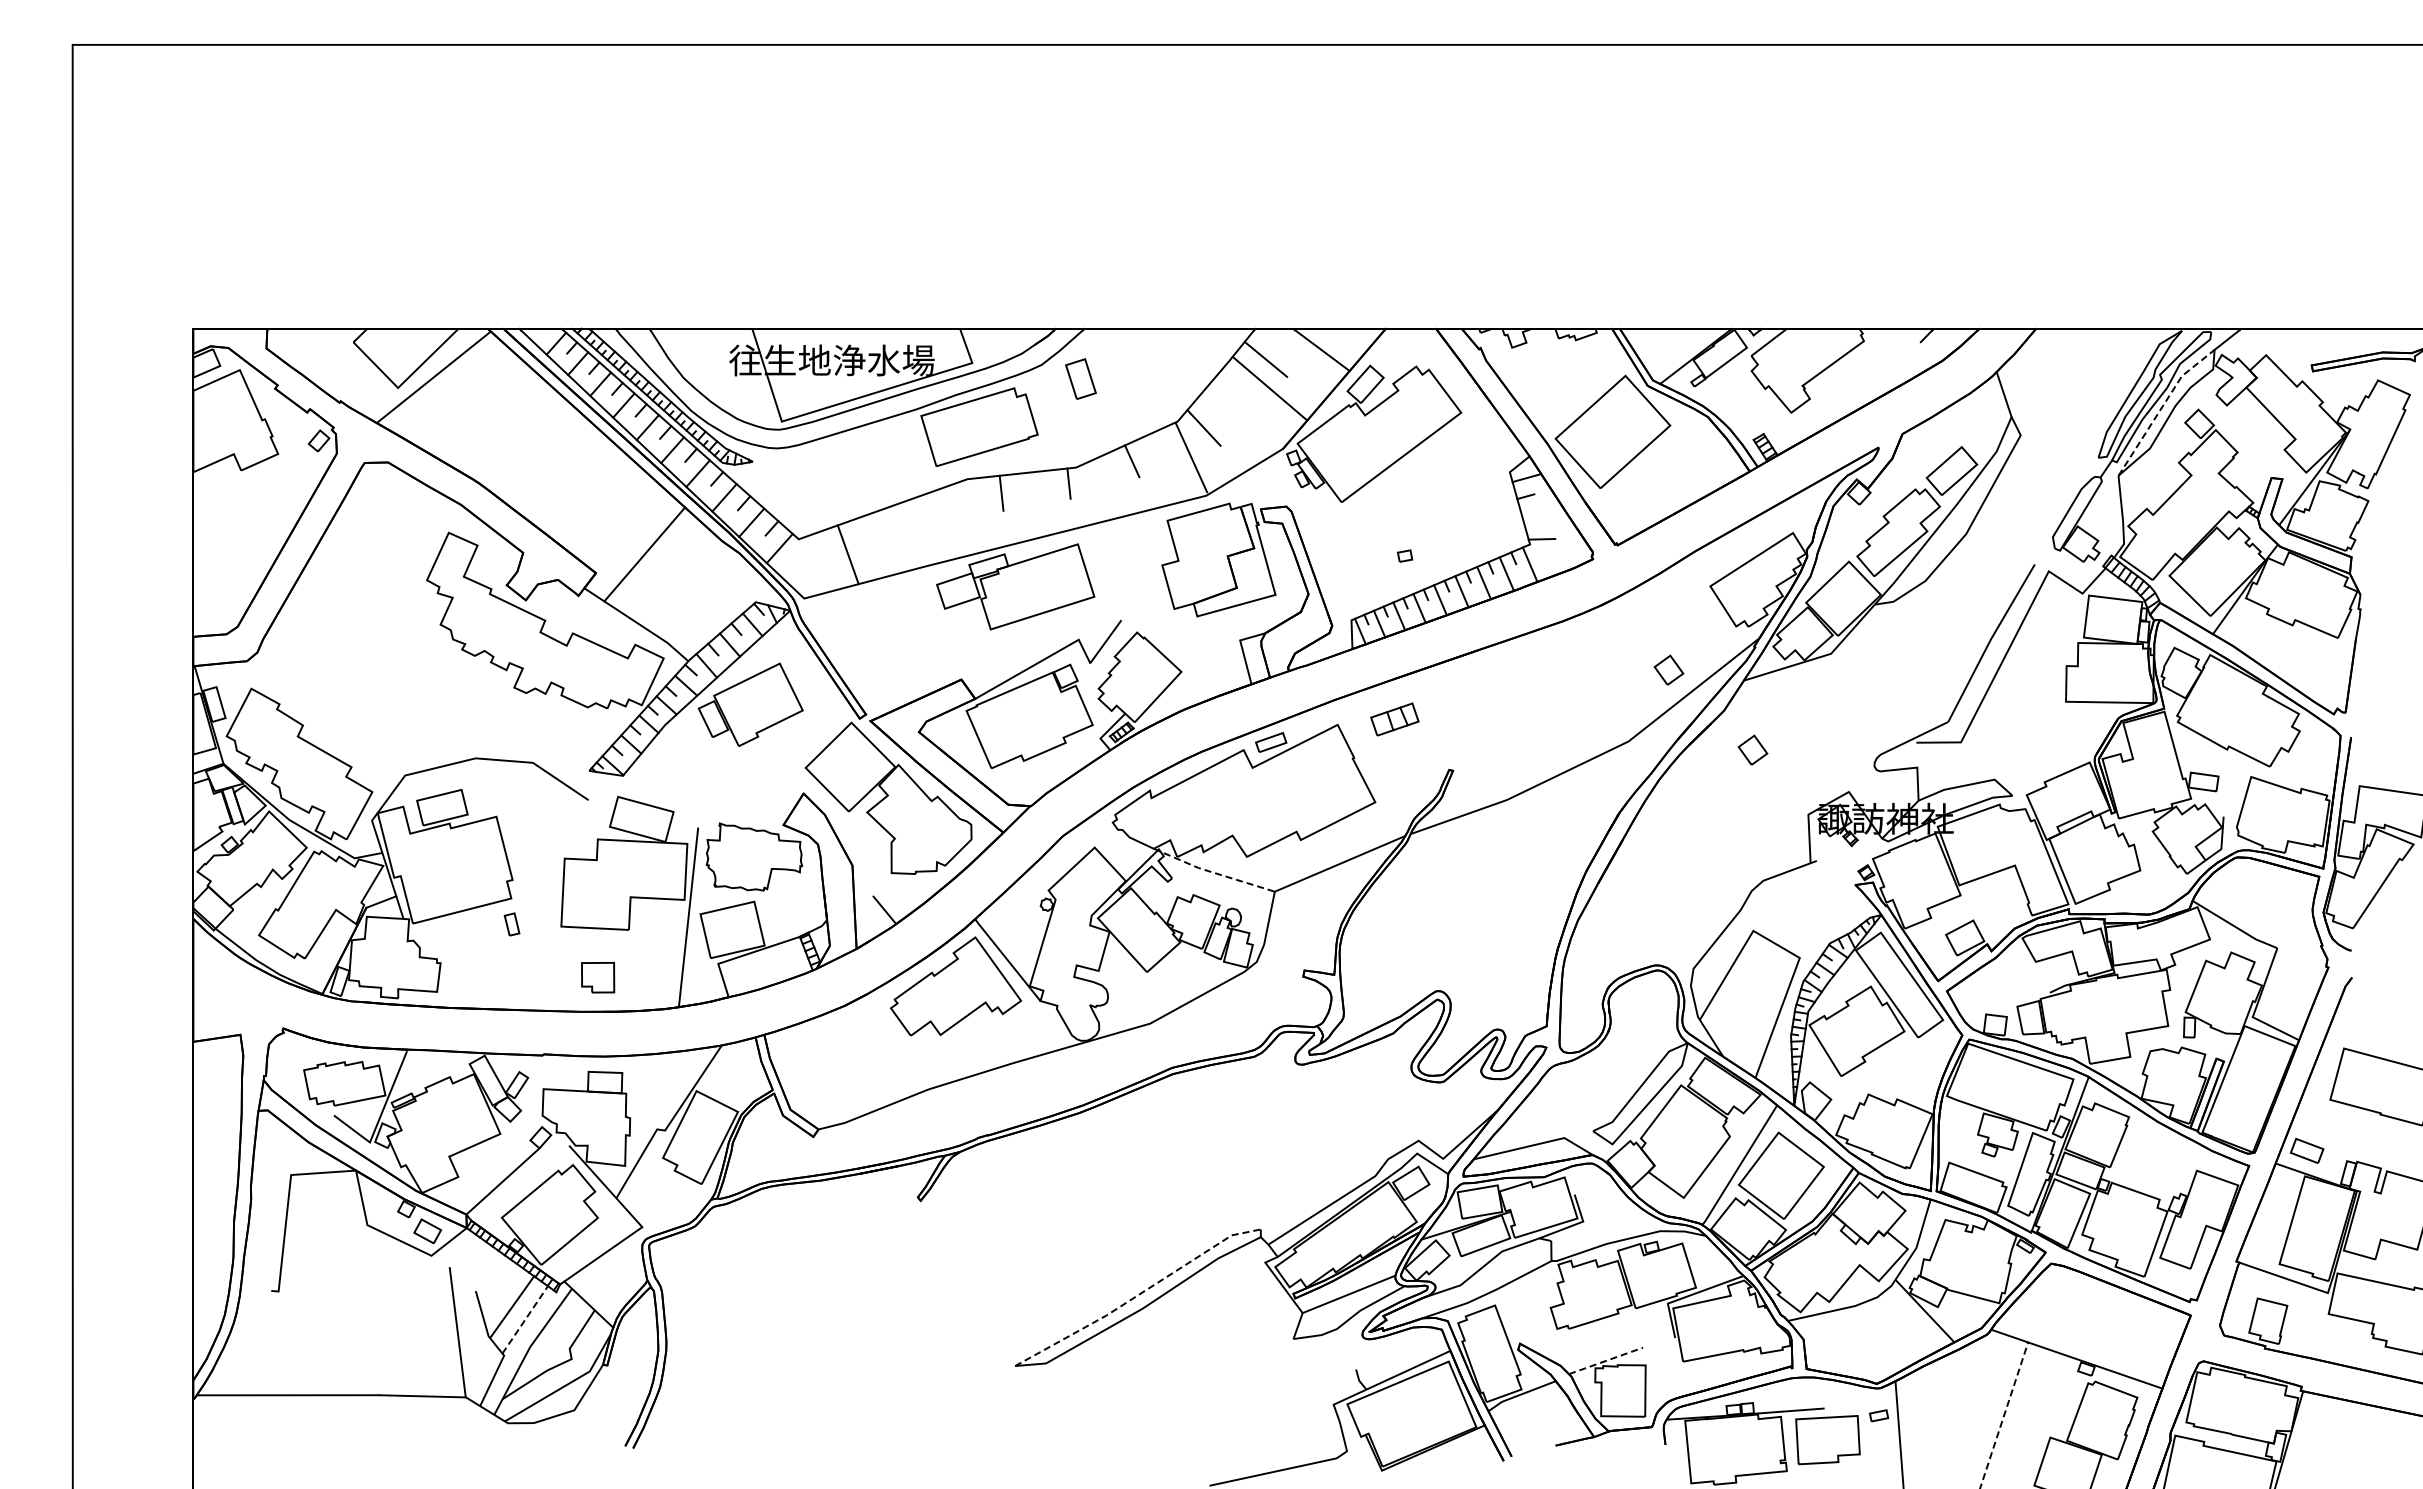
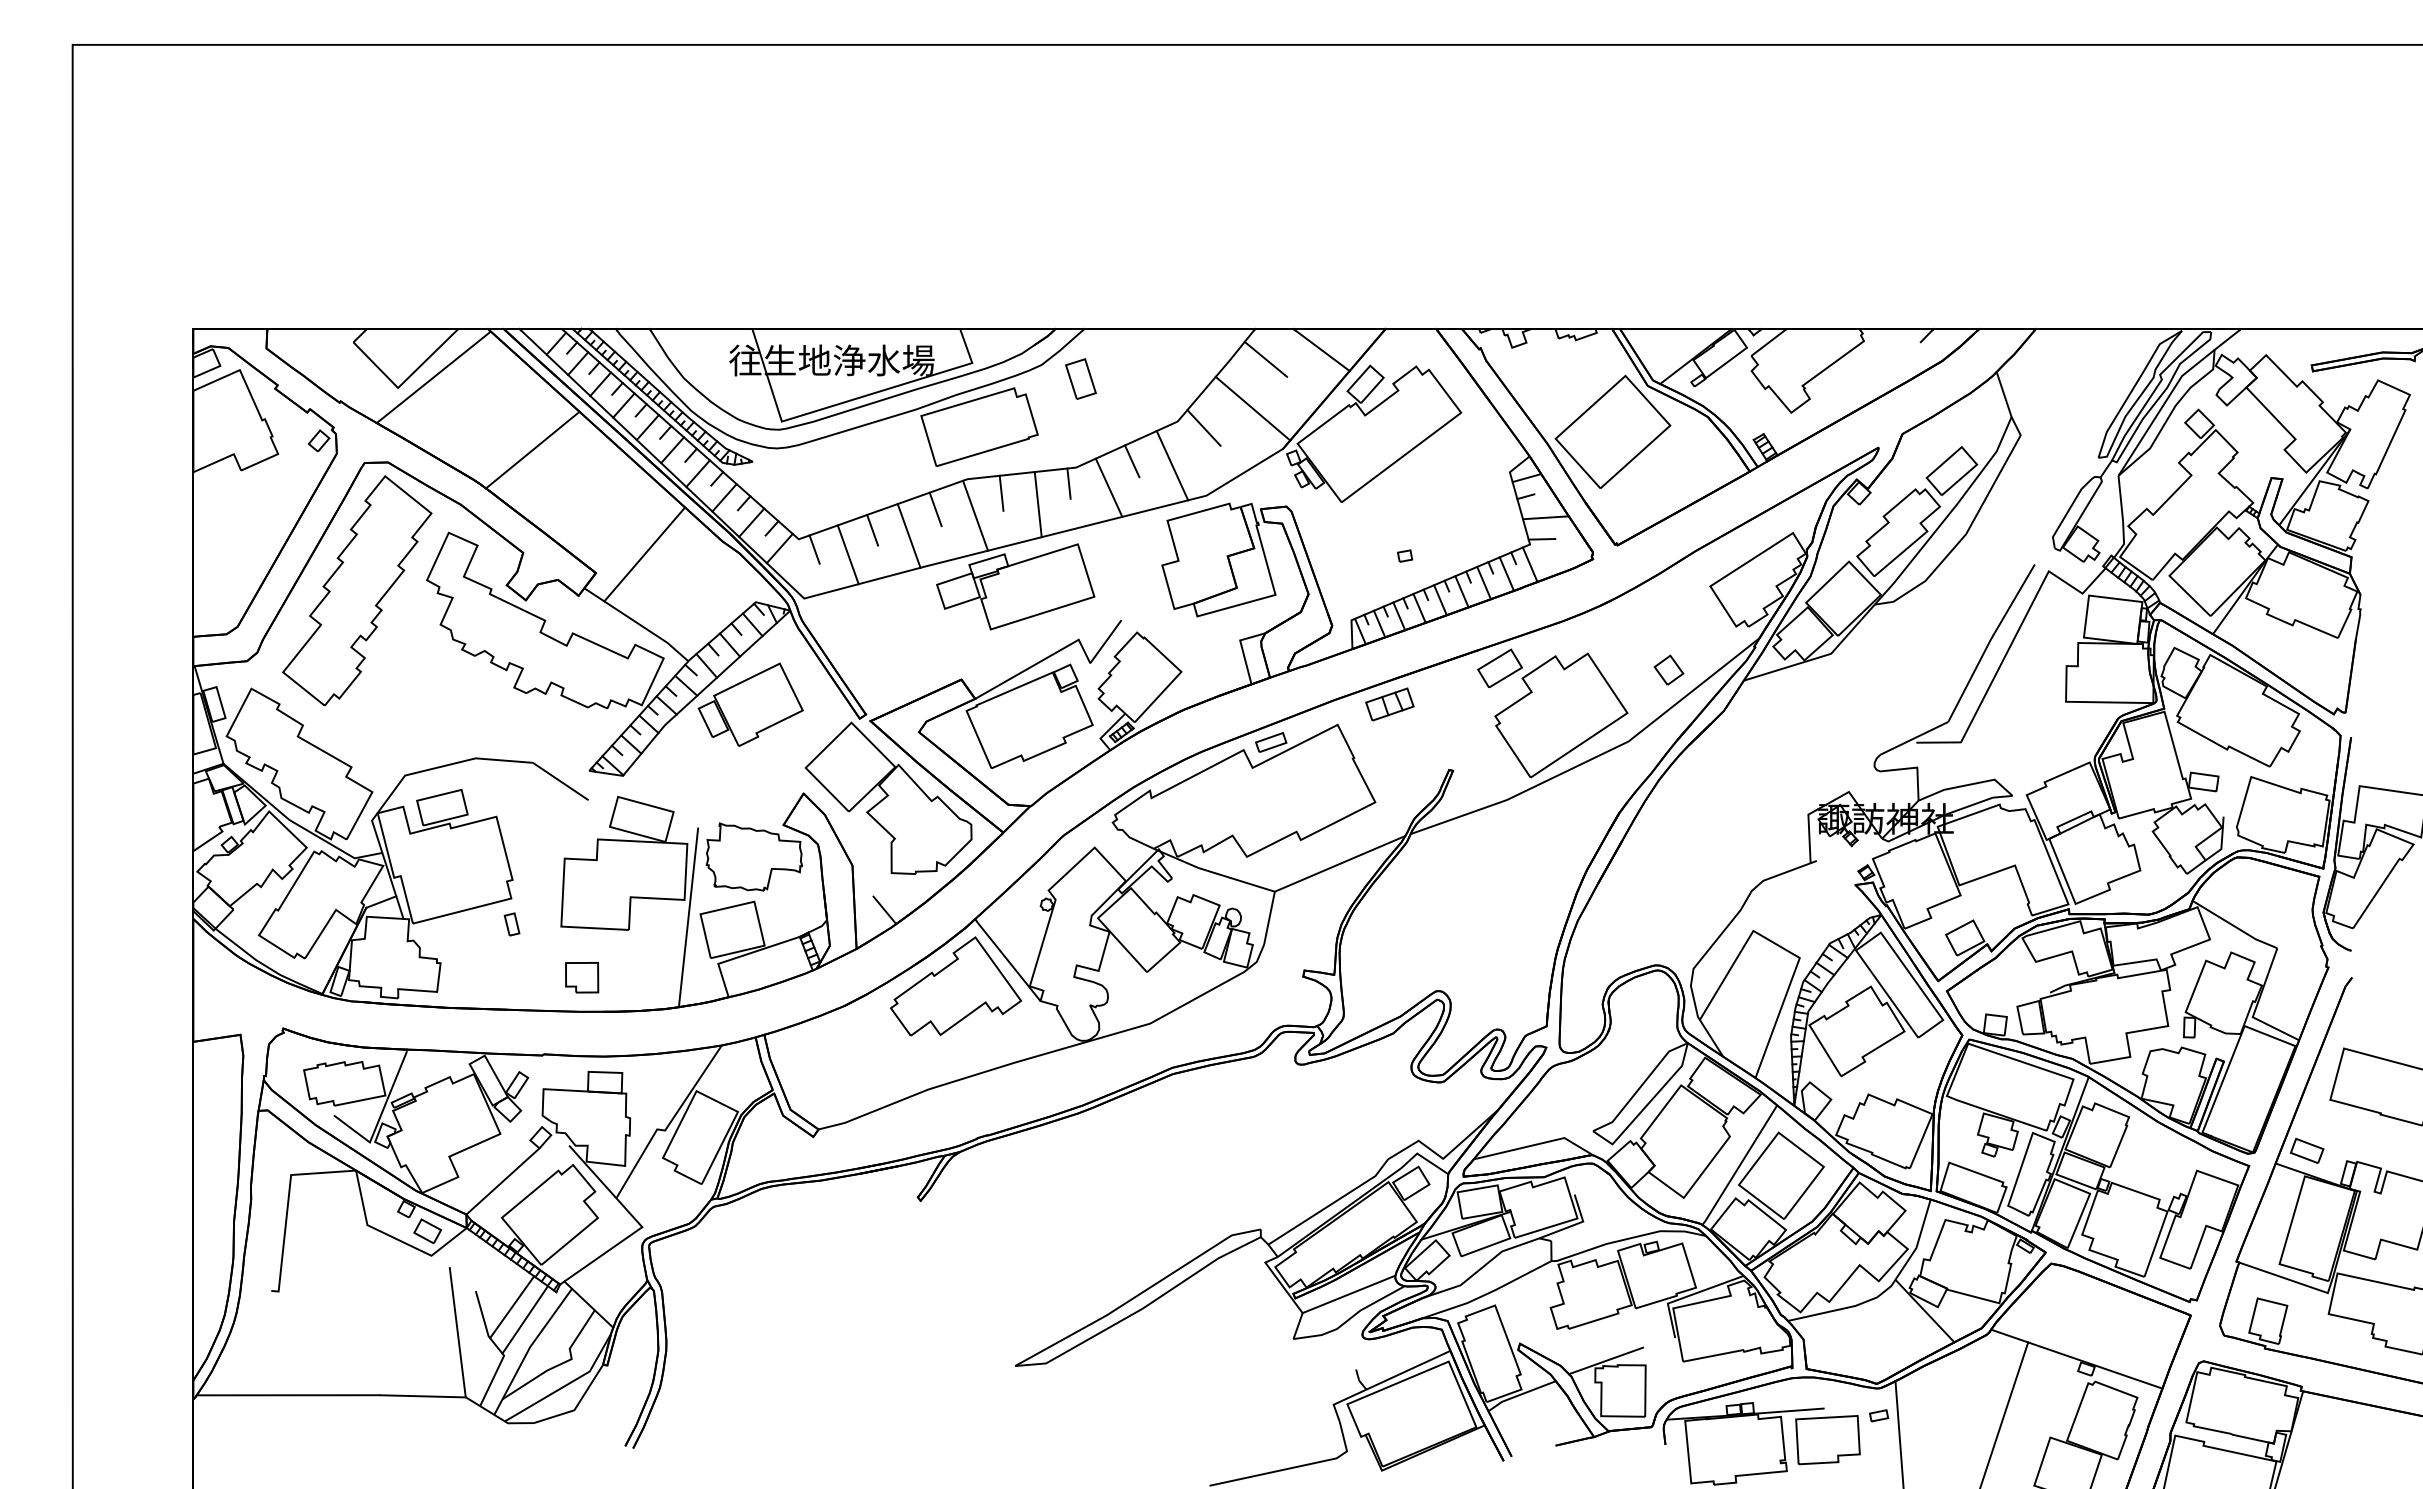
line at (1269, 388) position: (1269, 388) -> (1252, 408)
line at (2161, 407): dashed -> solid
line at (532, 449): none -> present
line at (1191, 457) position: (1191, 457) -> (1172, 465)
line at (1108, 487): none -> present
line at (1037, 504): none -> present
line at (935, 509): none -> present
line at (975, 515): none -> present
line at (1545, 517): none -> present
line at (872, 529): none -> present
line at (908, 535): none -> present
line at (814, 549): none -> present
part at (357, 590): none -> present
part at (1552, 713): none -> present
part at (1394, 719) position: (1394, 719) -> (1389, 704)
part at (1752, 749): present -> none
line at (1212, 872): dashed -> solid
part at (598, 977) position: (598, 977) -> (582, 977)
line at (1137, 1295): dashed -> solid
line at (525, 1319): dashed -> solid
line at (1606, 1360): dashed -> solid
line at (2004, 1415): dashed -> solid
